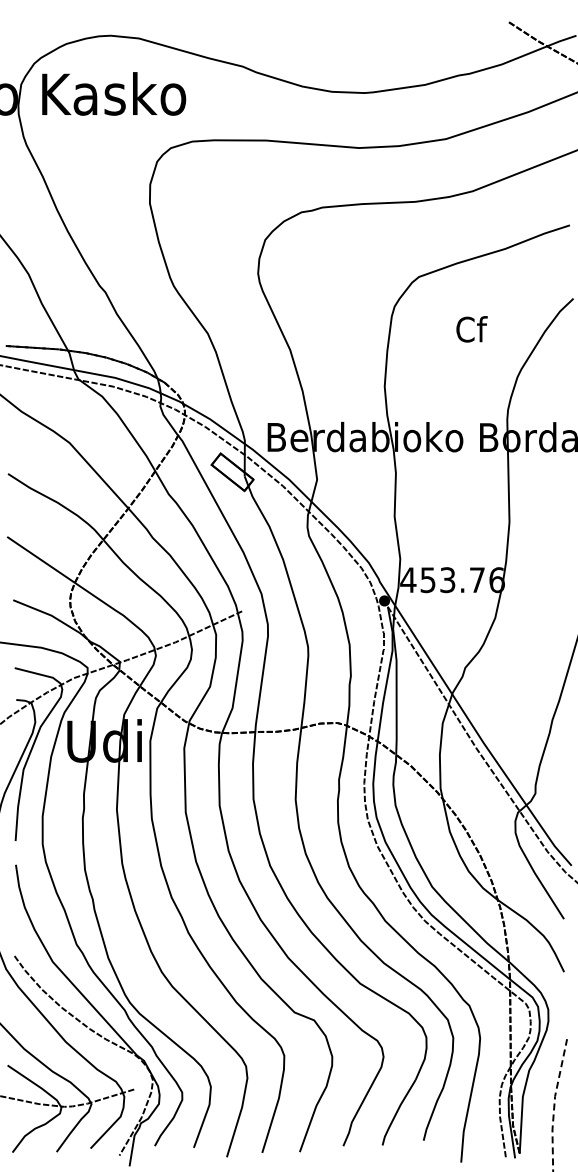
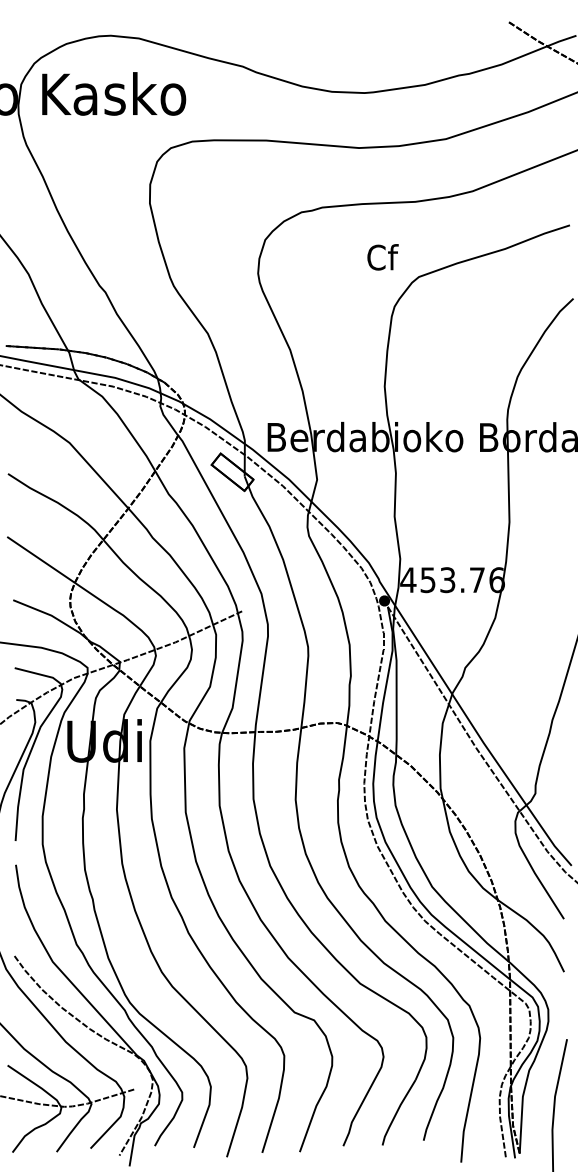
text at (471, 329) position: (471, 329) -> (382, 257)
line at (554, 1104): dashed -> solid
